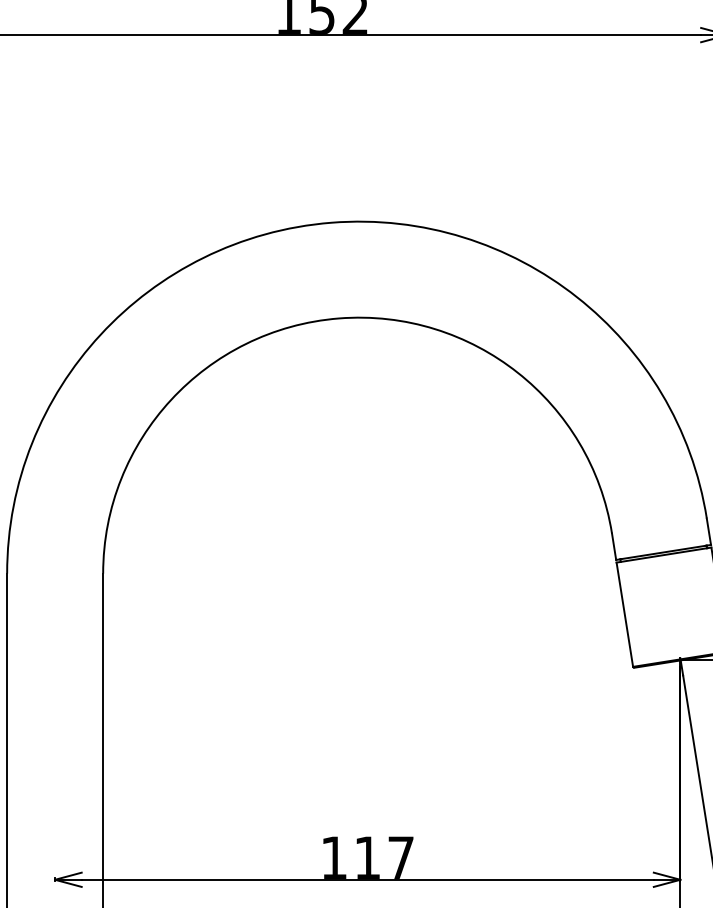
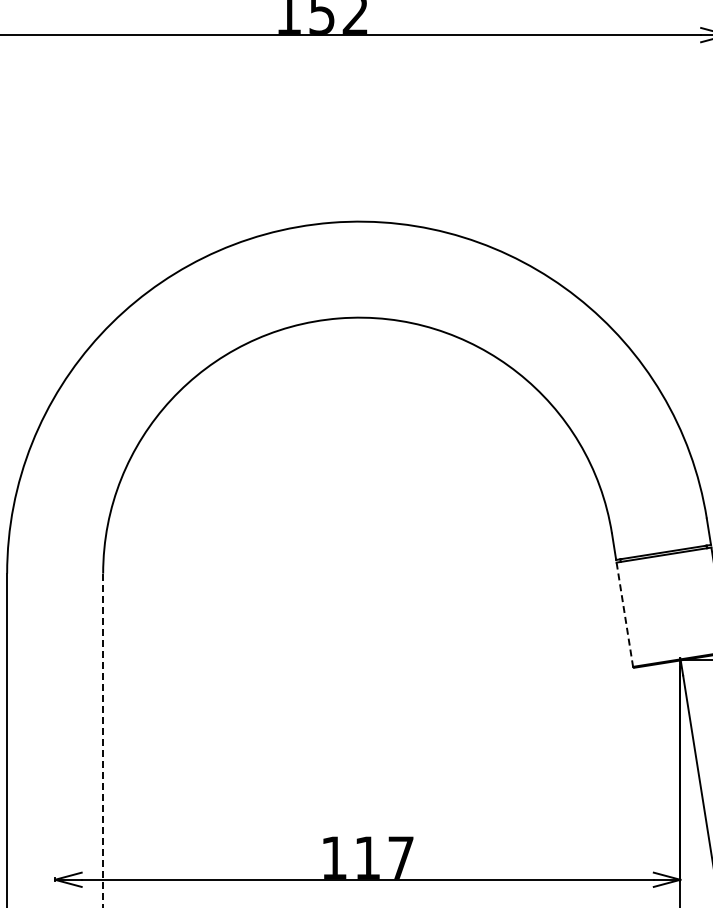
line at (624, 614): solid -> dashed
line at (103, 740): solid -> dashed
